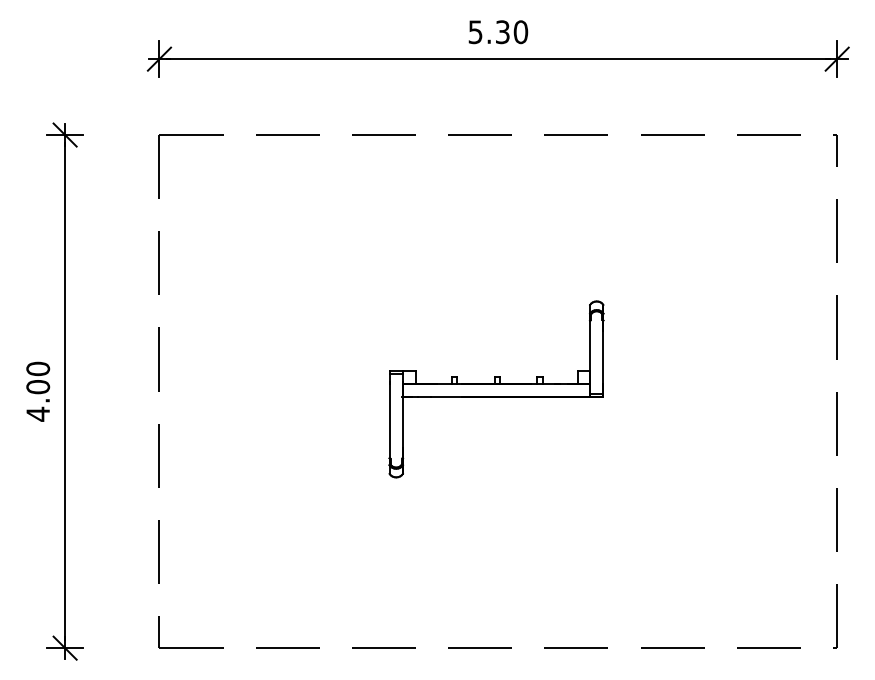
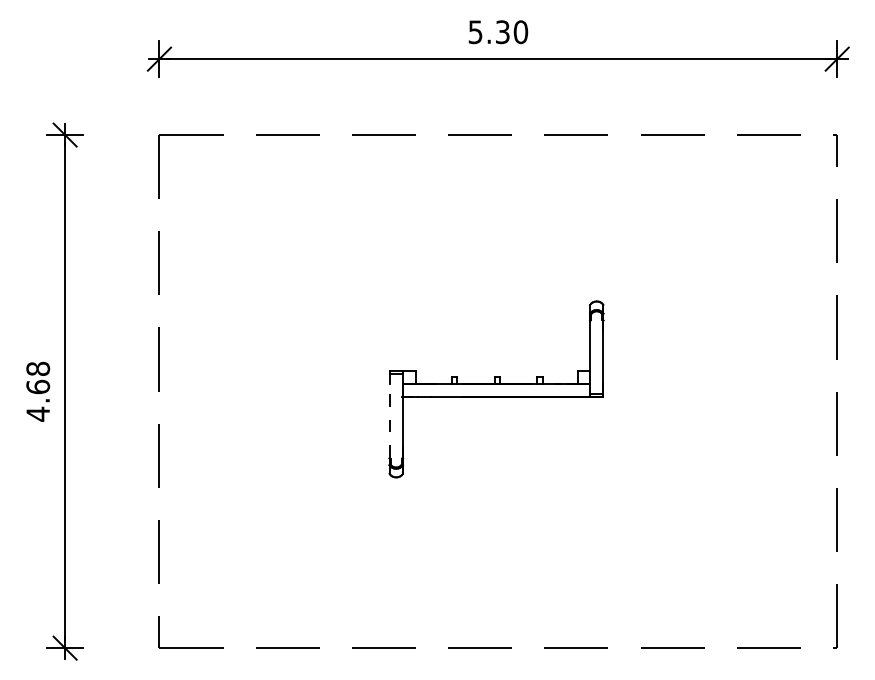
text at (37, 377): 4.00 -> 4.68
line at (389, 420): solid -> dashed
